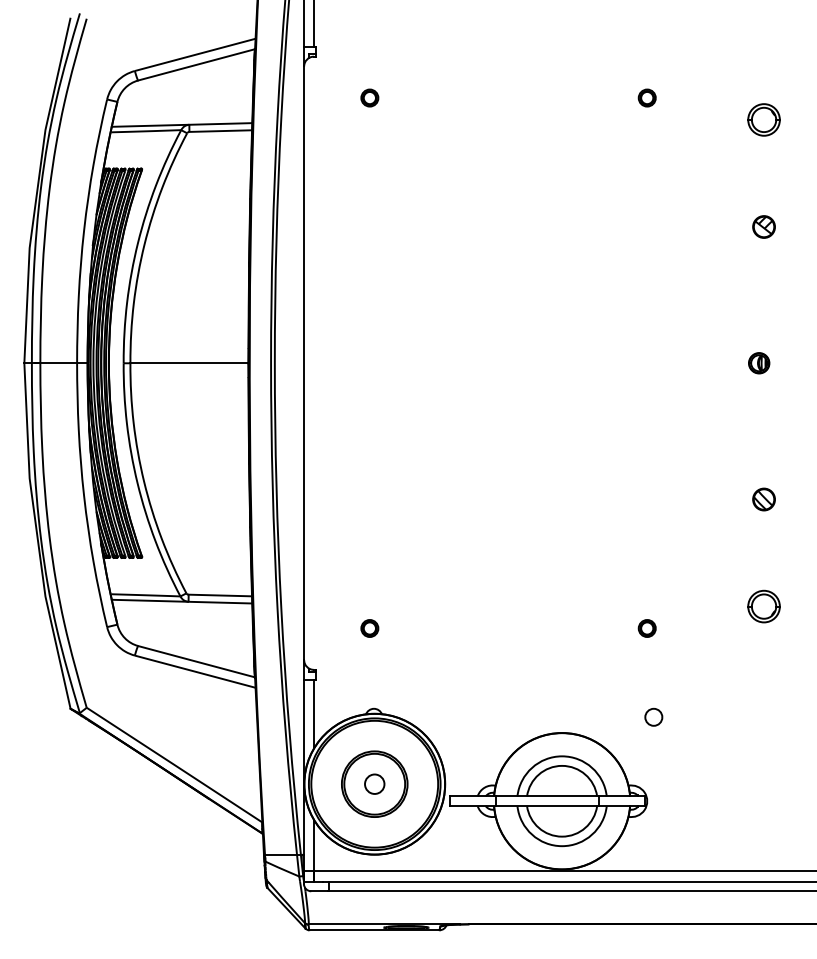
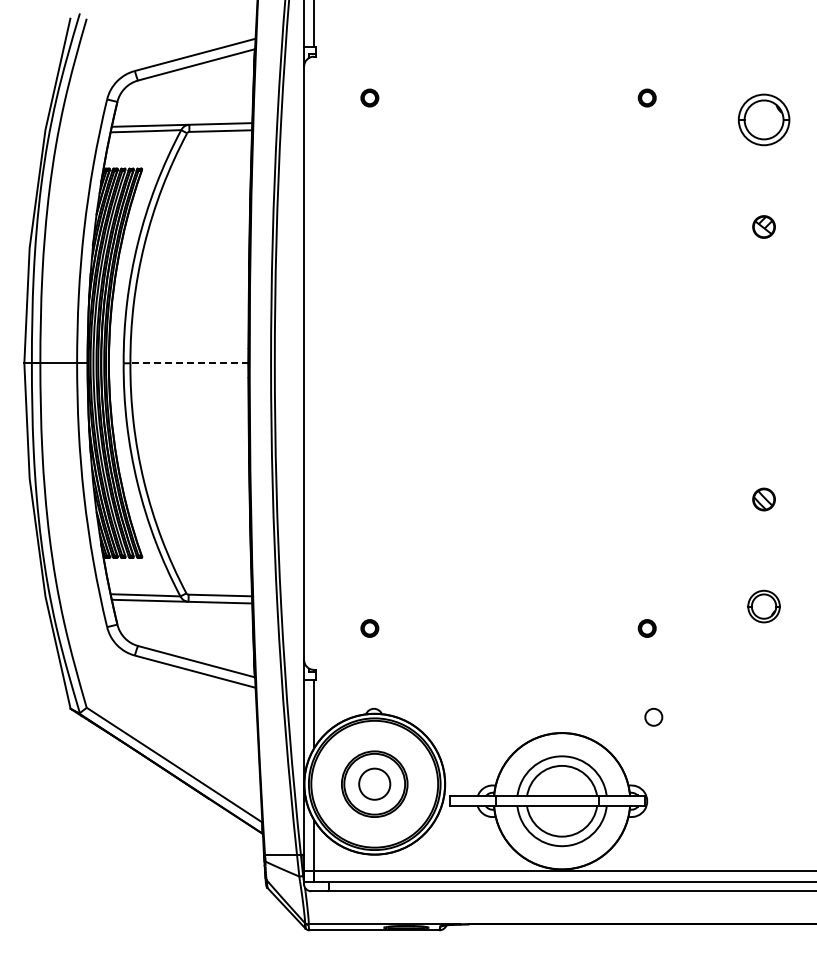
part at (763, 119) size: 34x34 px -> 54x54 px
line at (189, 363): solid -> dashed
part at (759, 363): present -> none
circle at (374, 783) diameter: 19 px -> 31 px
